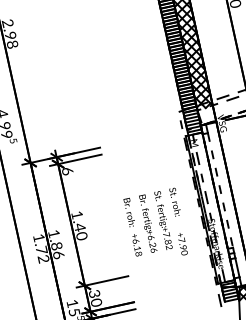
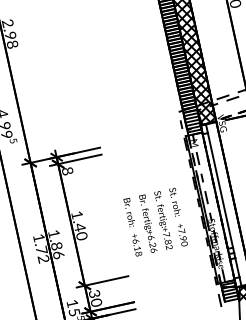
hatch at (206, 116): none -> present
text at (67, 171): 6 -> 8
line at (220, 190): dashed -> solid
text at (182, 244) position: (182, 244) -> (182, 235)
